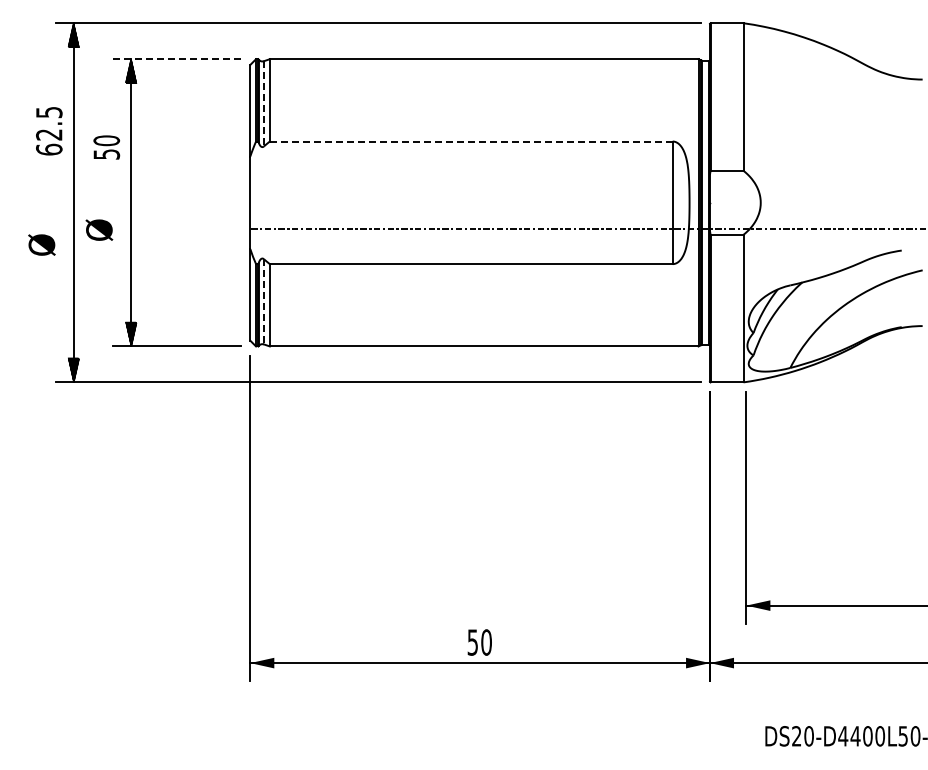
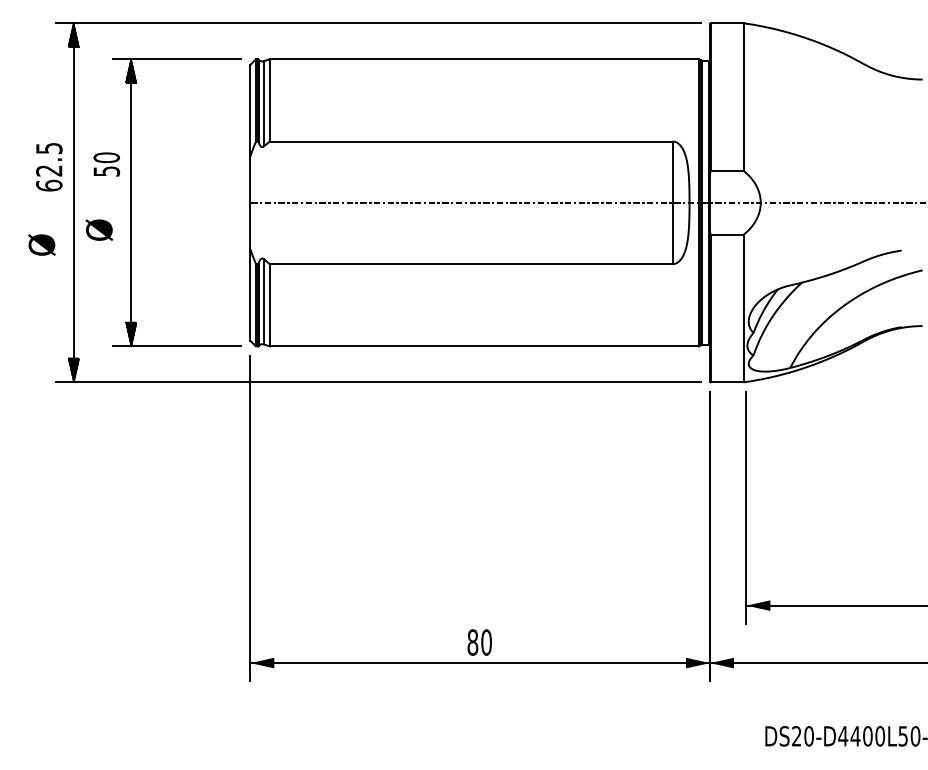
line at (176, 59): dashed -> solid
line at (263, 103): dashed -> solid
text at (49, 131) position: (49, 131) -> (49, 167)
line at (471, 141): dashed -> solid
text at (106, 147) position: (106, 147) -> (106, 164)
line at (587, 228) position: (587, 228) -> (587, 202)
line at (263, 301): dashed -> solid
text at (472, 642): 50 -> 80
